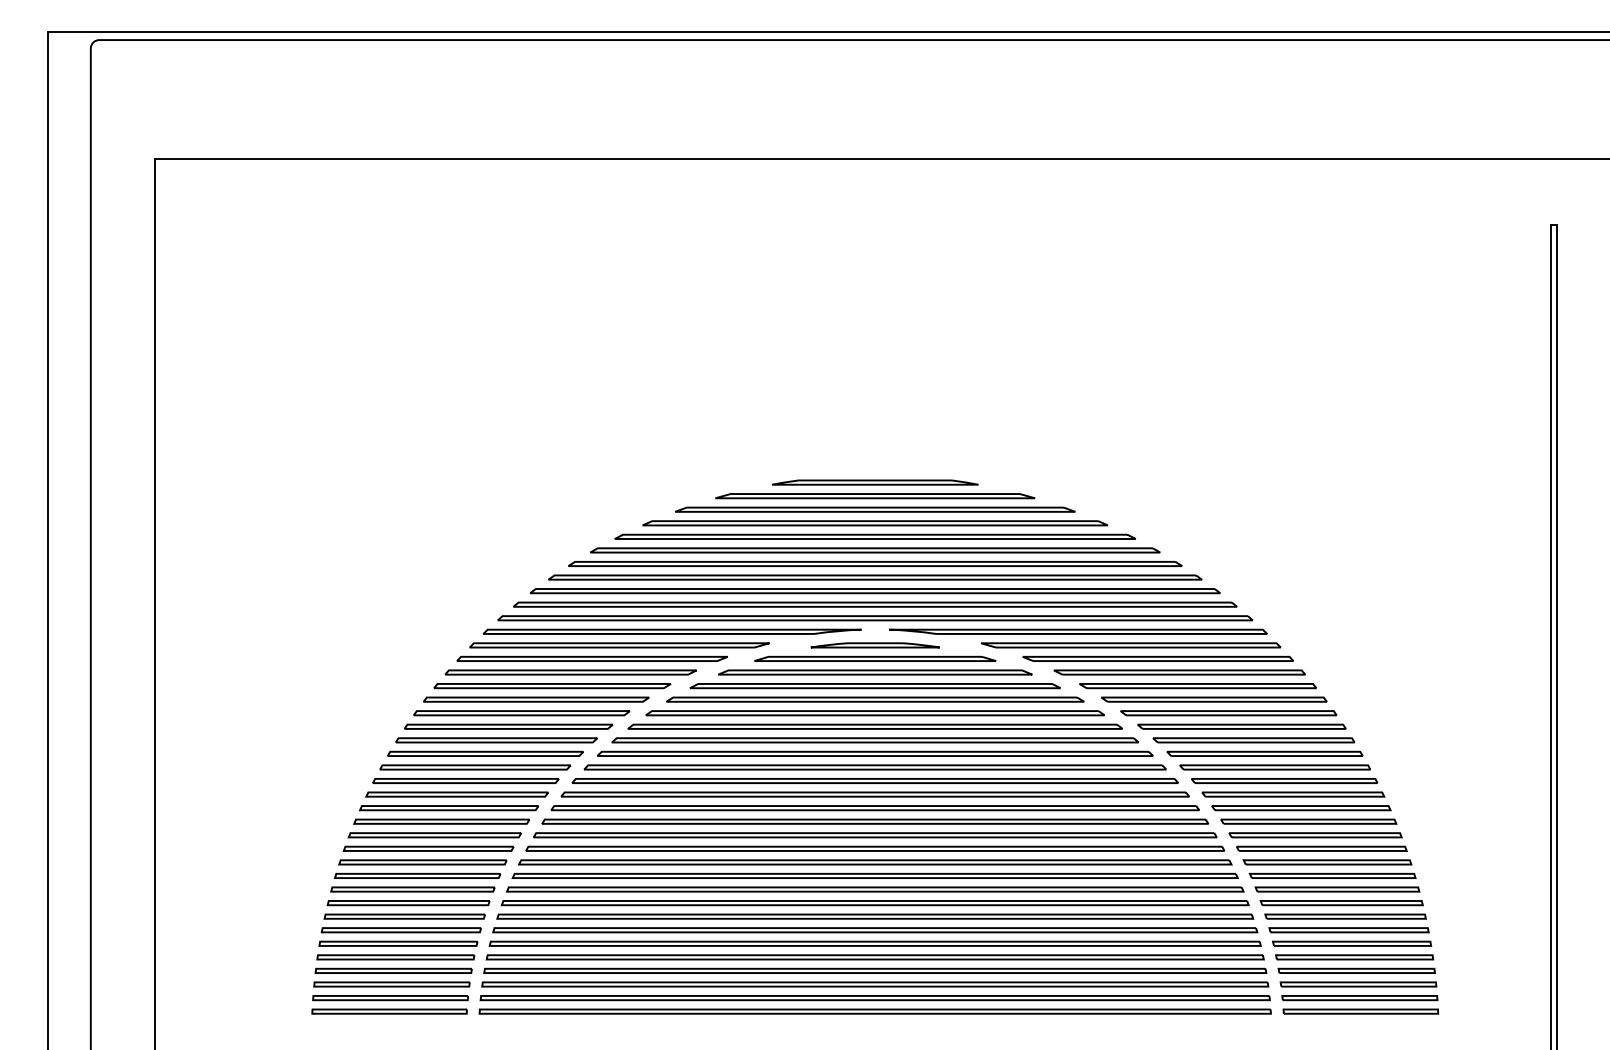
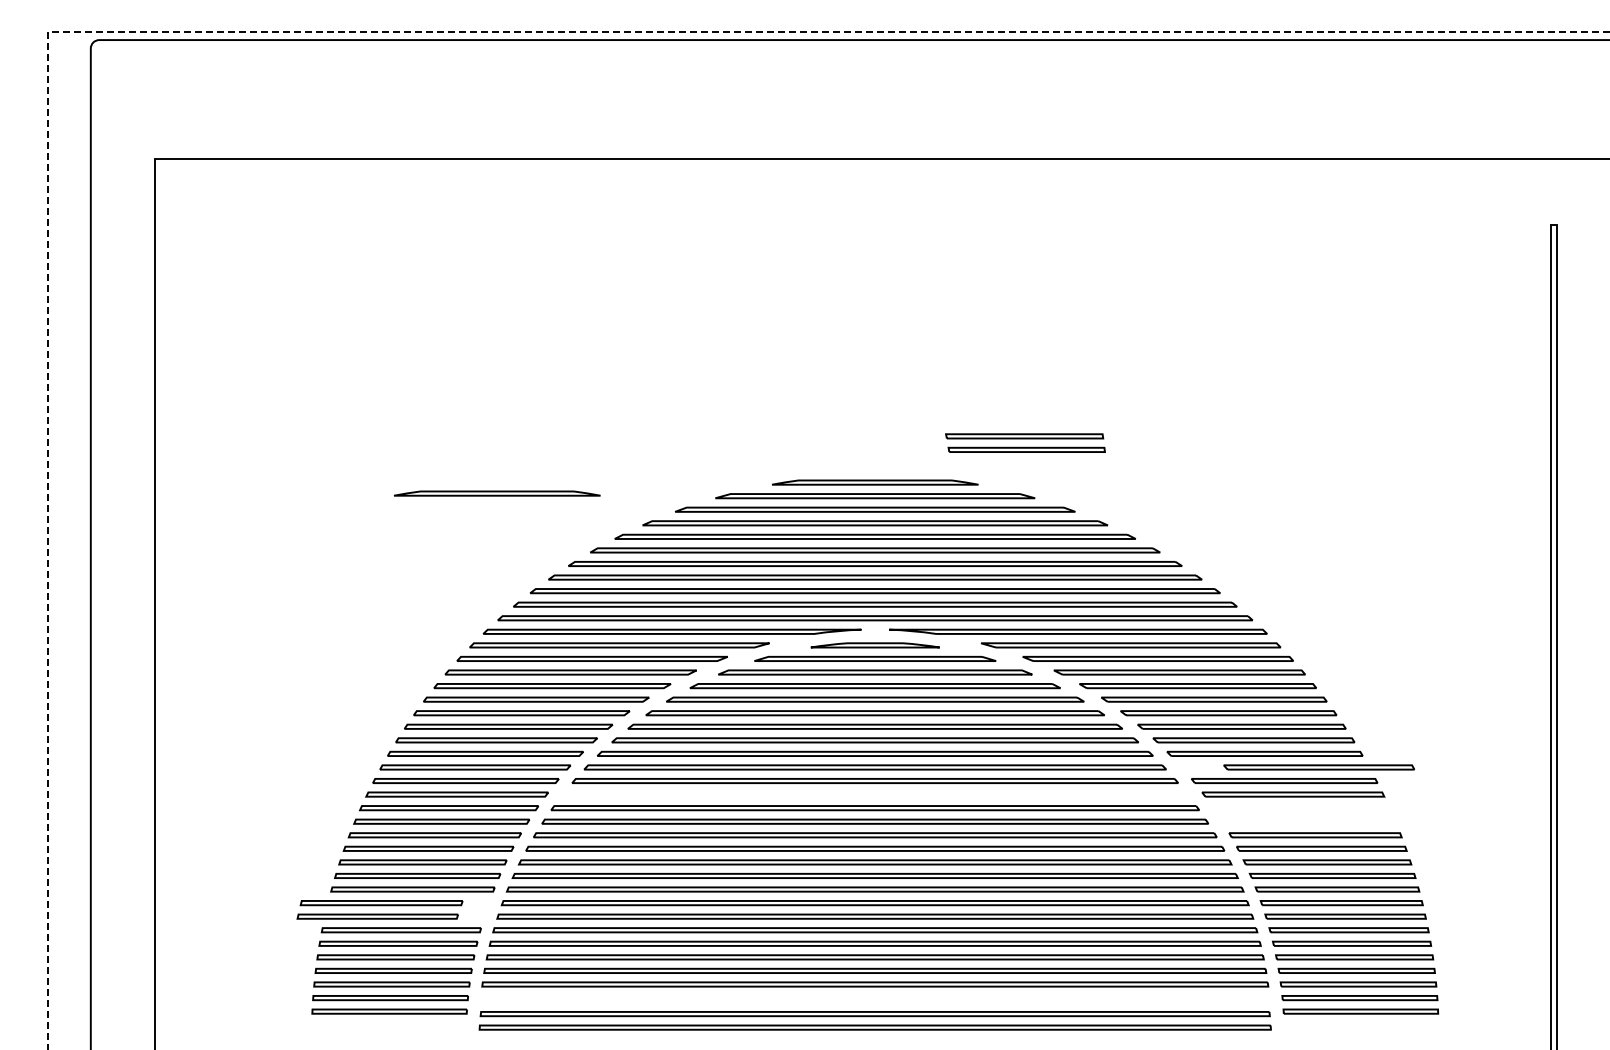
line at (319, 31): solid -> dashed
part at (1025, 442): none -> present
part at (497, 493): none -> present
part at (1274, 767) position: (1274, 767) -> (1318, 767)
part at (874, 794): present -> none
part at (1304, 814): present -> none
part at (406, 909) position: (406, 909) -> (379, 909)
part at (874, 1004) position: (874, 1004) -> (874, 1020)
